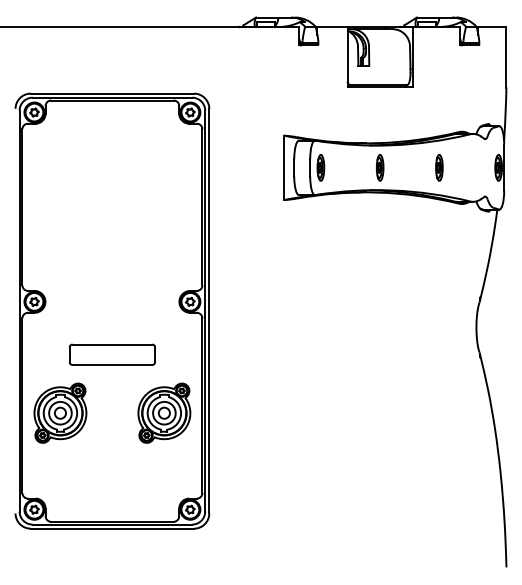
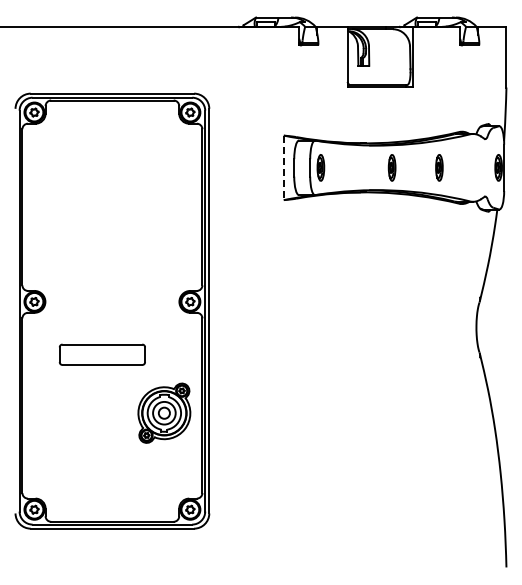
part at (379, 167) position: (379, 167) -> (391, 167)
line at (283, 168): solid -> dashed
part at (111, 354) position: (111, 354) -> (101, 354)
part at (60, 412): present -> none
